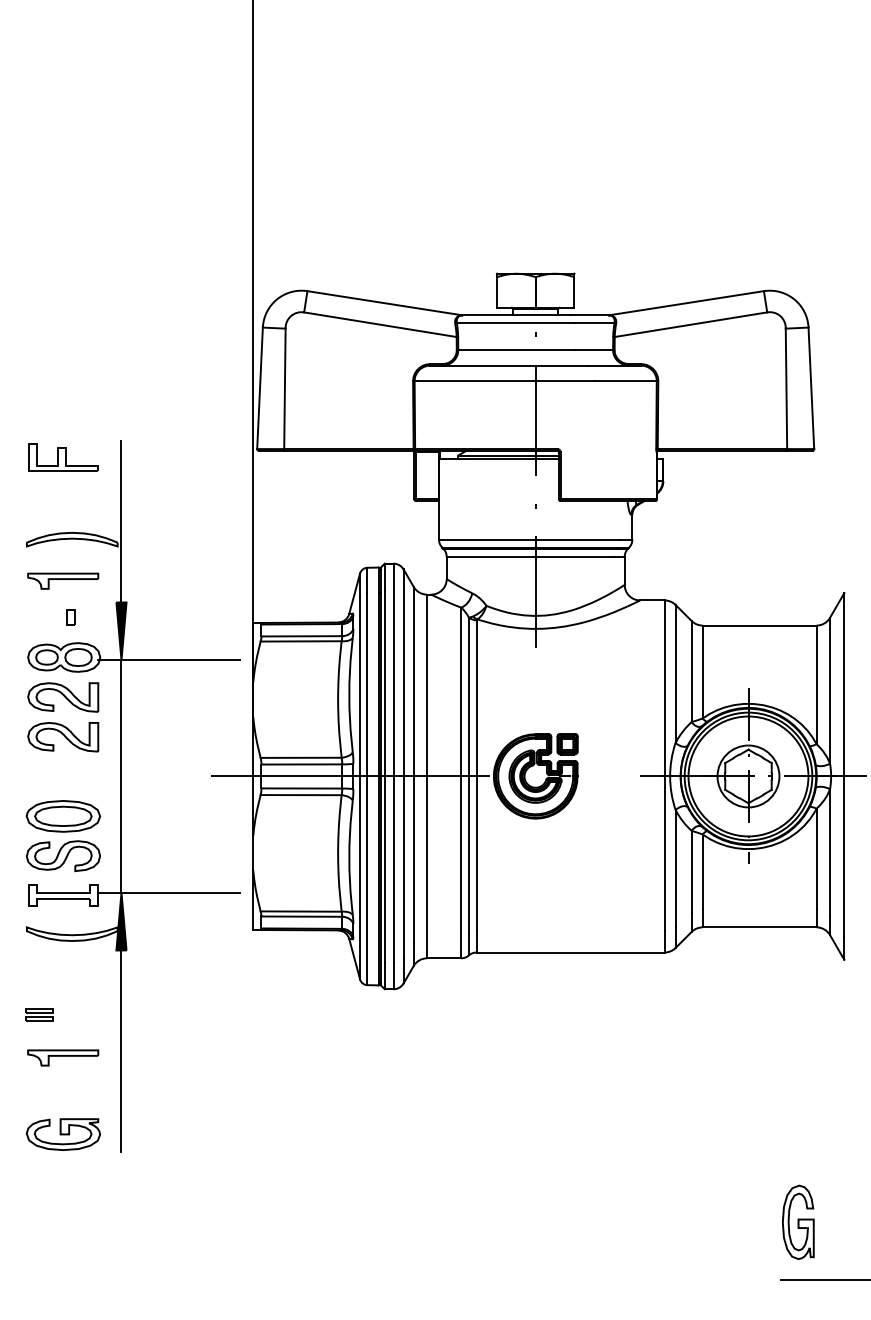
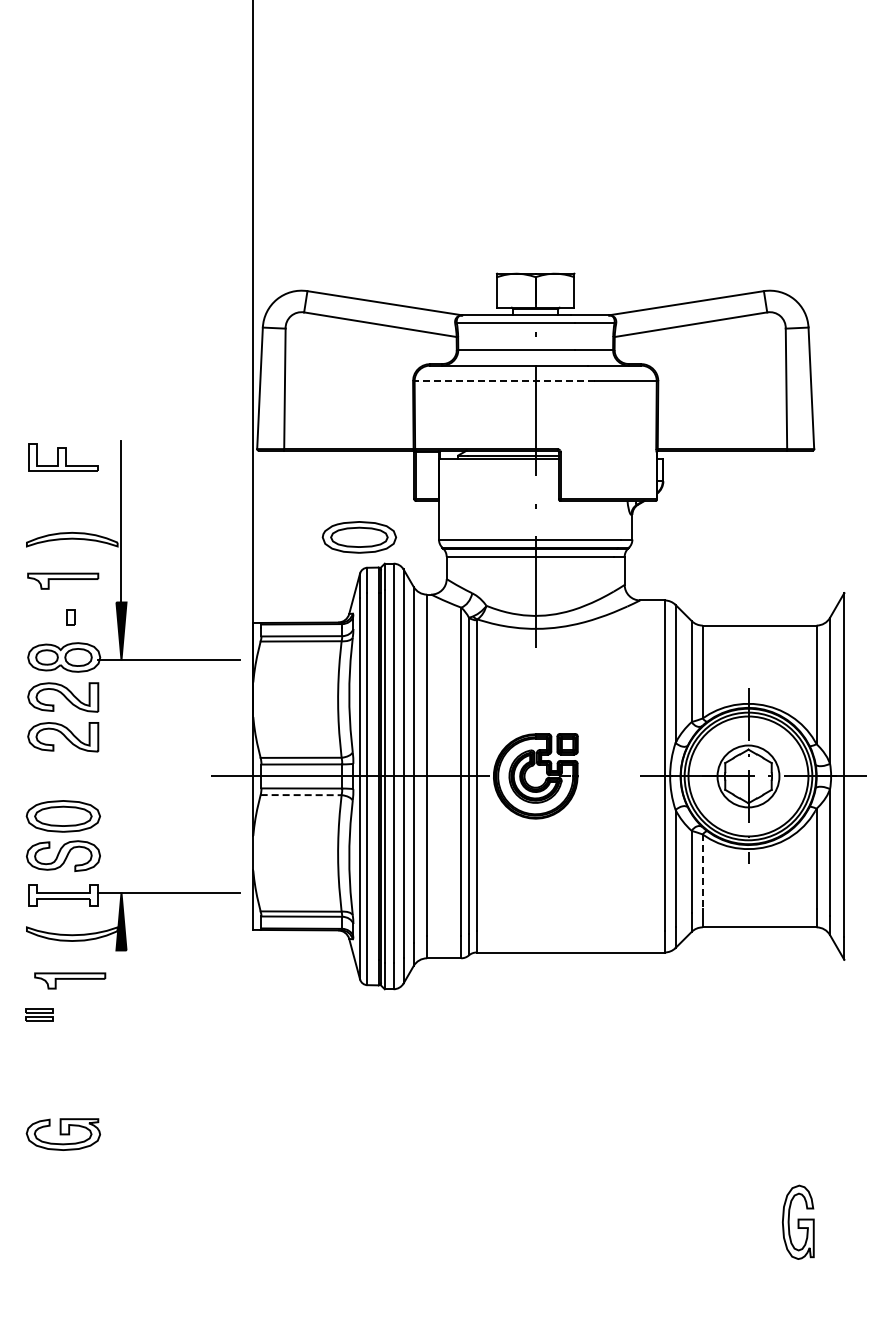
line at (504, 381): solid -> dashed
part at (358, 537): none -> present
line at (121, 776): present -> none
line at (301, 795): solid -> dashed
line at (702, 872): solid -> dashed
line at (121, 1051): present -> none
part at (63, 1057) position: (63, 1057) -> (70, 980)
line at (823, 1280): present -> none
